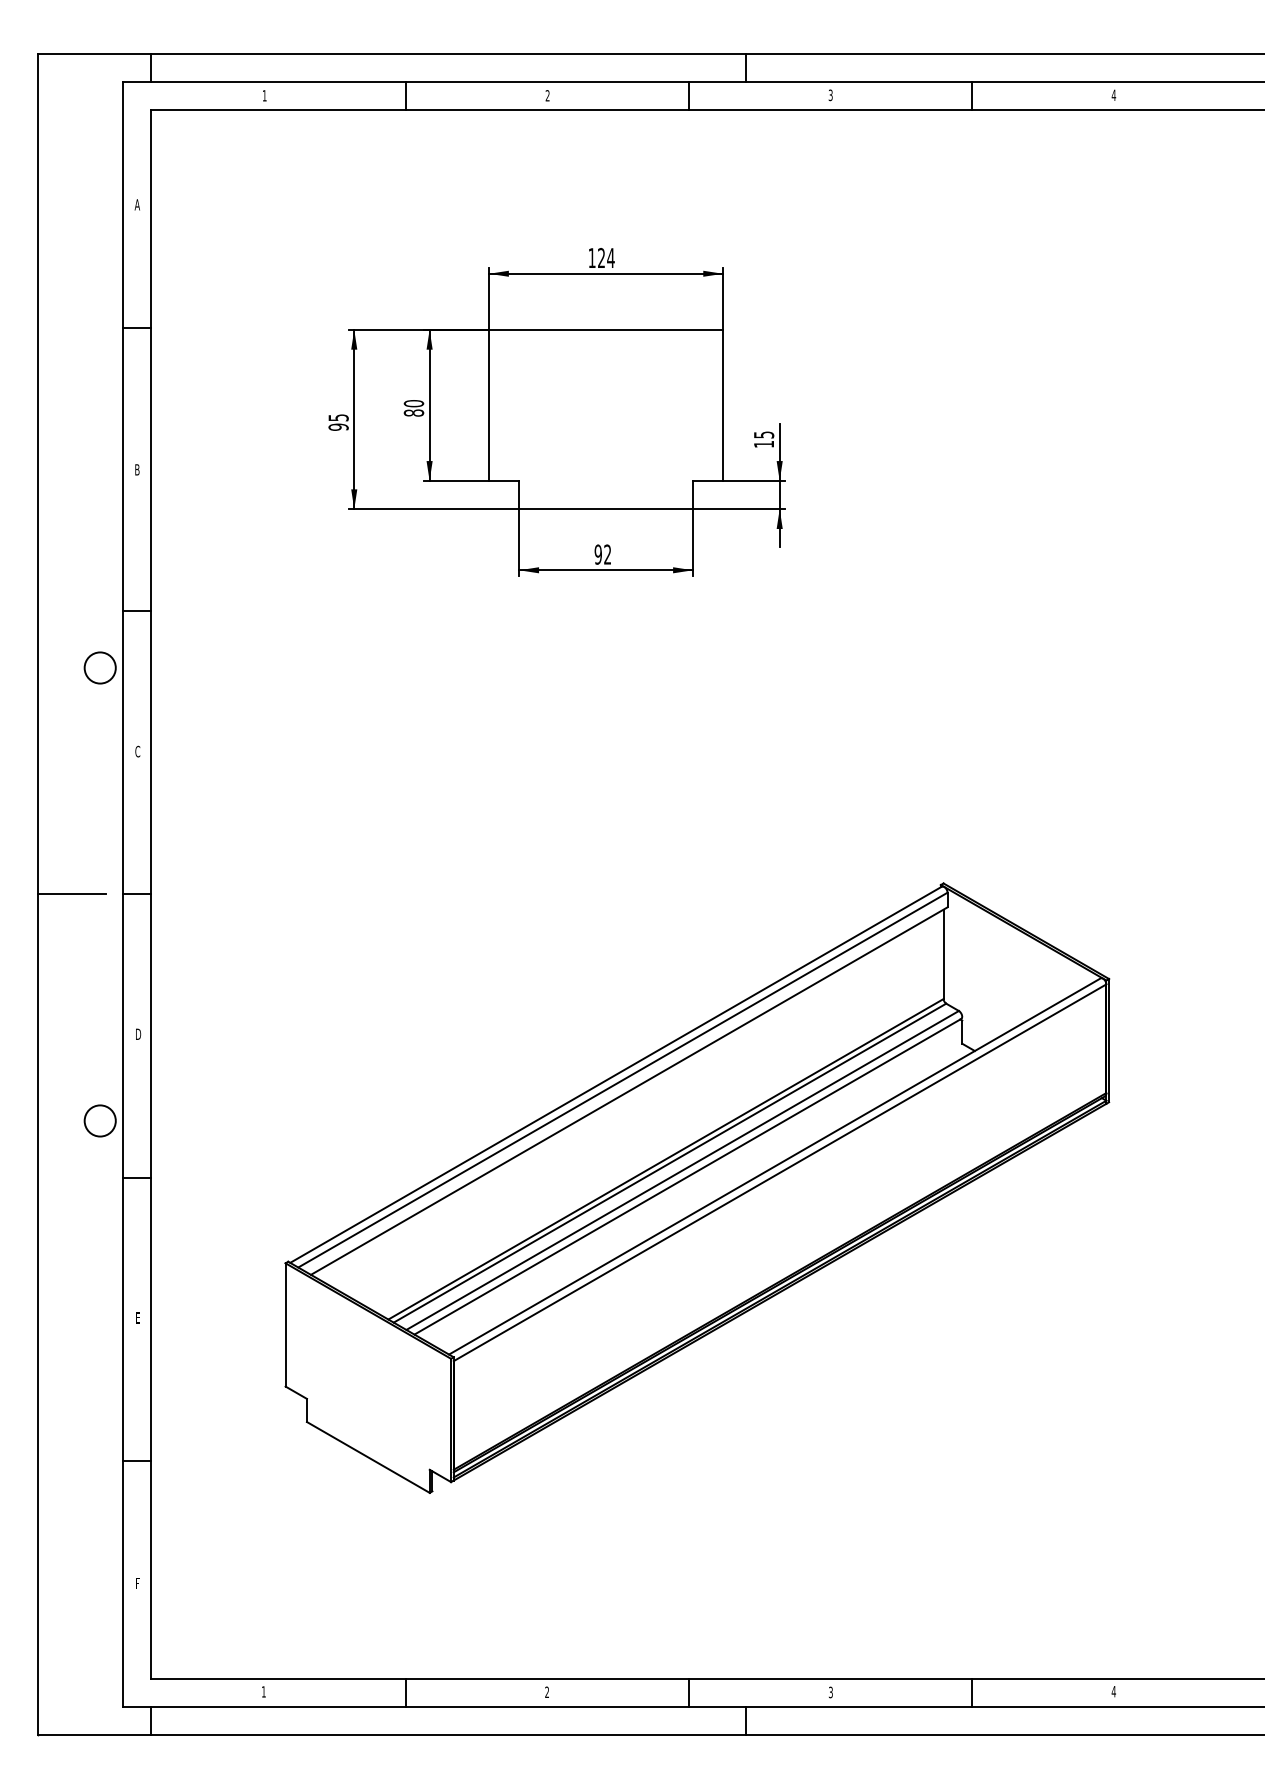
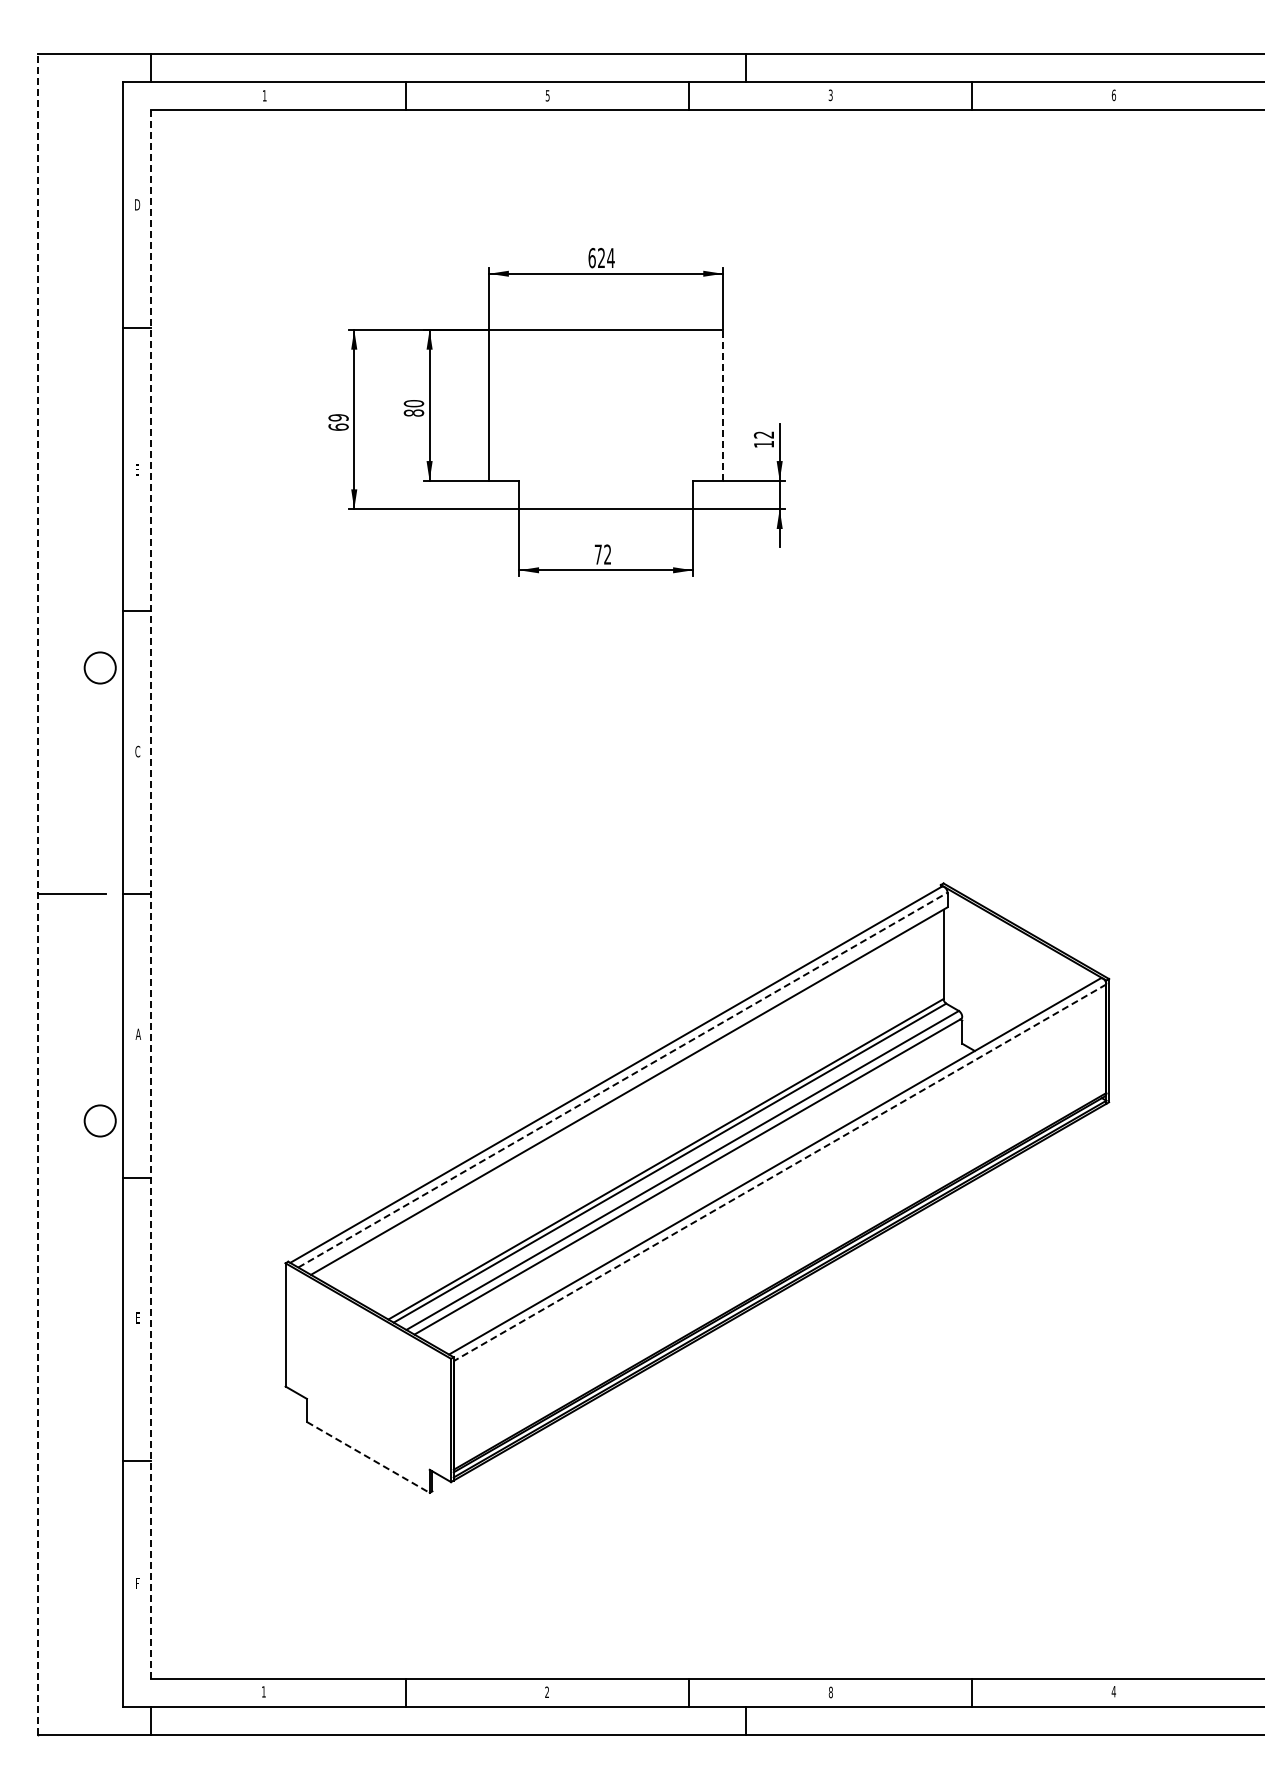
text at (547, 95): 2 -> 5
text at (1113, 95): 4 -> 6
text at (137, 204): A -> D
text at (591, 258): 124 -> 624
line at (723, 404): solid -> dashed
text at (338, 422): 95 -> 69
text at (763, 434): 15 -> 12
text at (137, 469): B -> E
text at (597, 554): 92 -> 72
line at (37, 894): solid -> dashed
line at (151, 894): solid -> dashed
text at (138, 1033): D -> A
line at (622, 1080): solid -> dashed
line at (780, 1172): solid -> dashed
line at (368, 1457): solid -> dashed
text at (830, 1692): 3 -> 8
